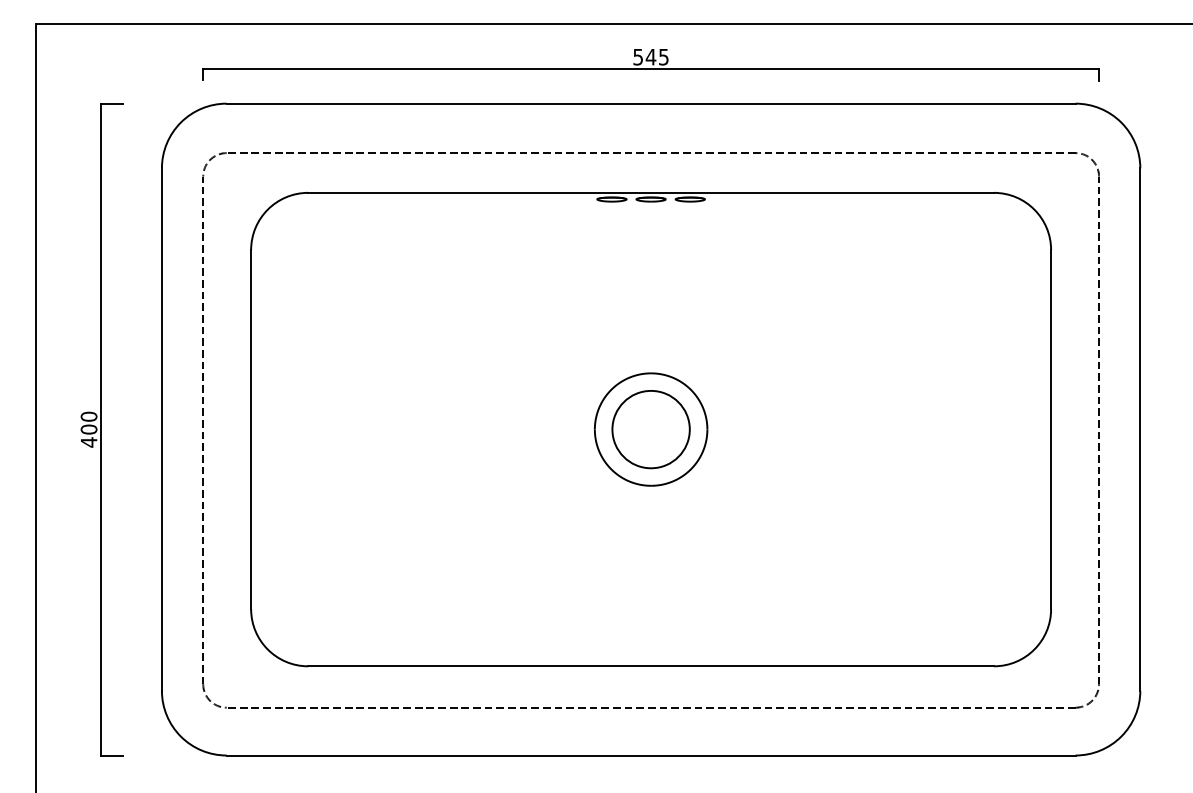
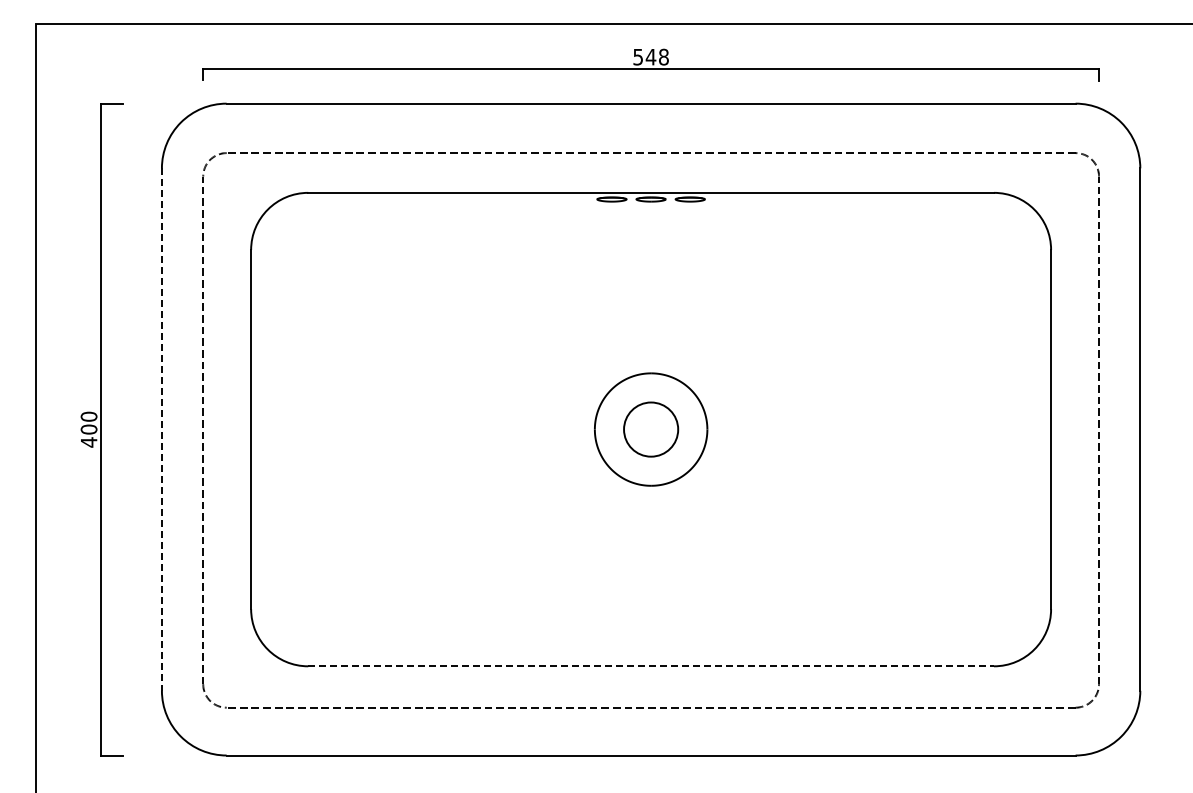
text at (663, 56): 545 -> 548
circle at (650, 429) diameter: 77 px -> 54 px
line at (161, 430): solid -> dashed
line at (651, 666): solid -> dashed
